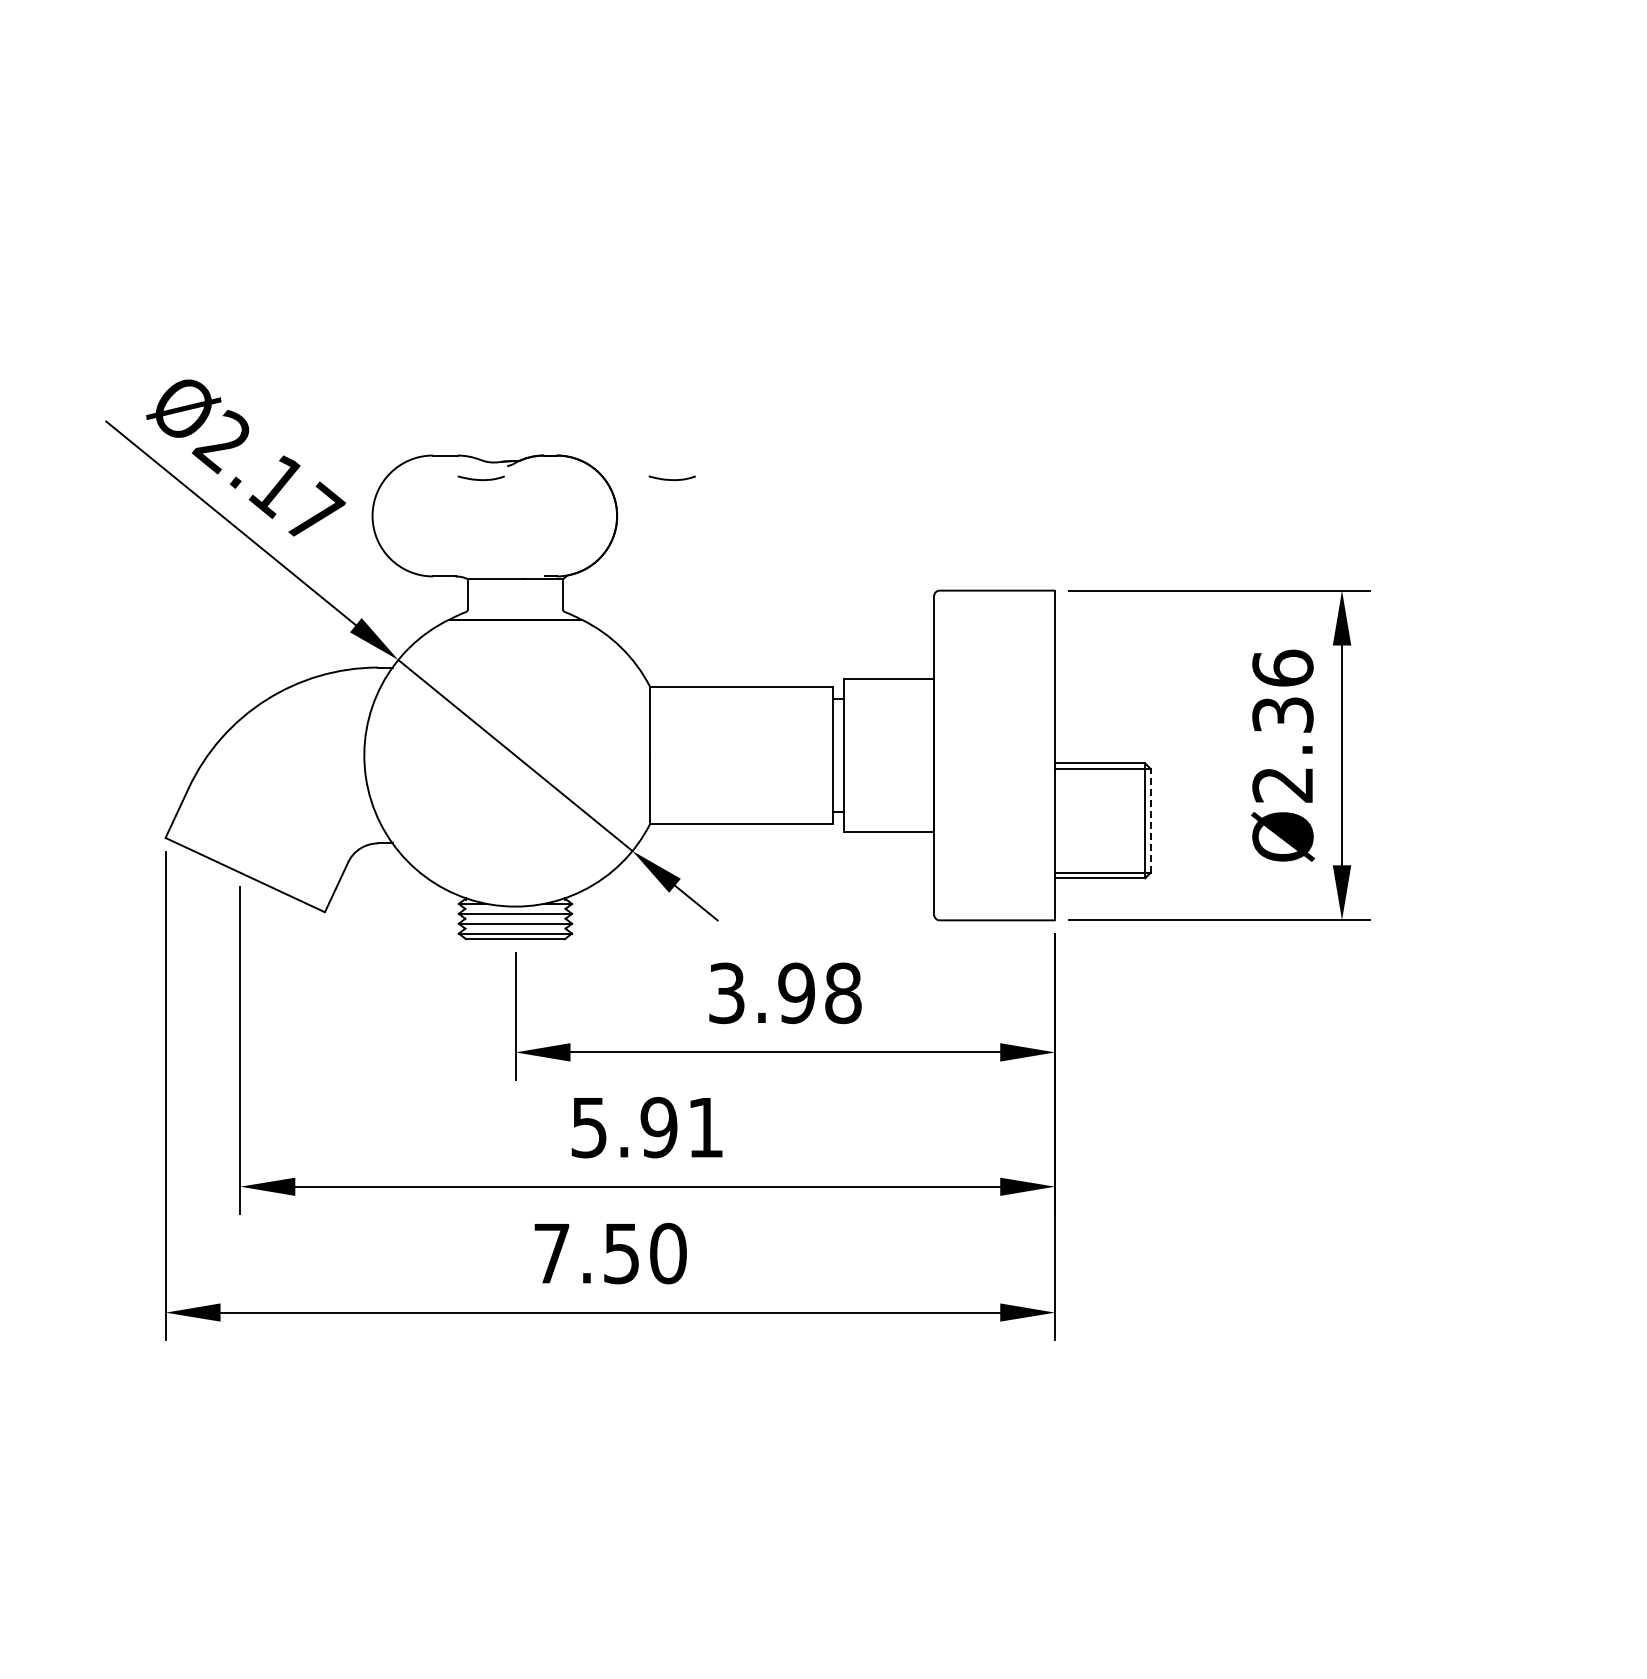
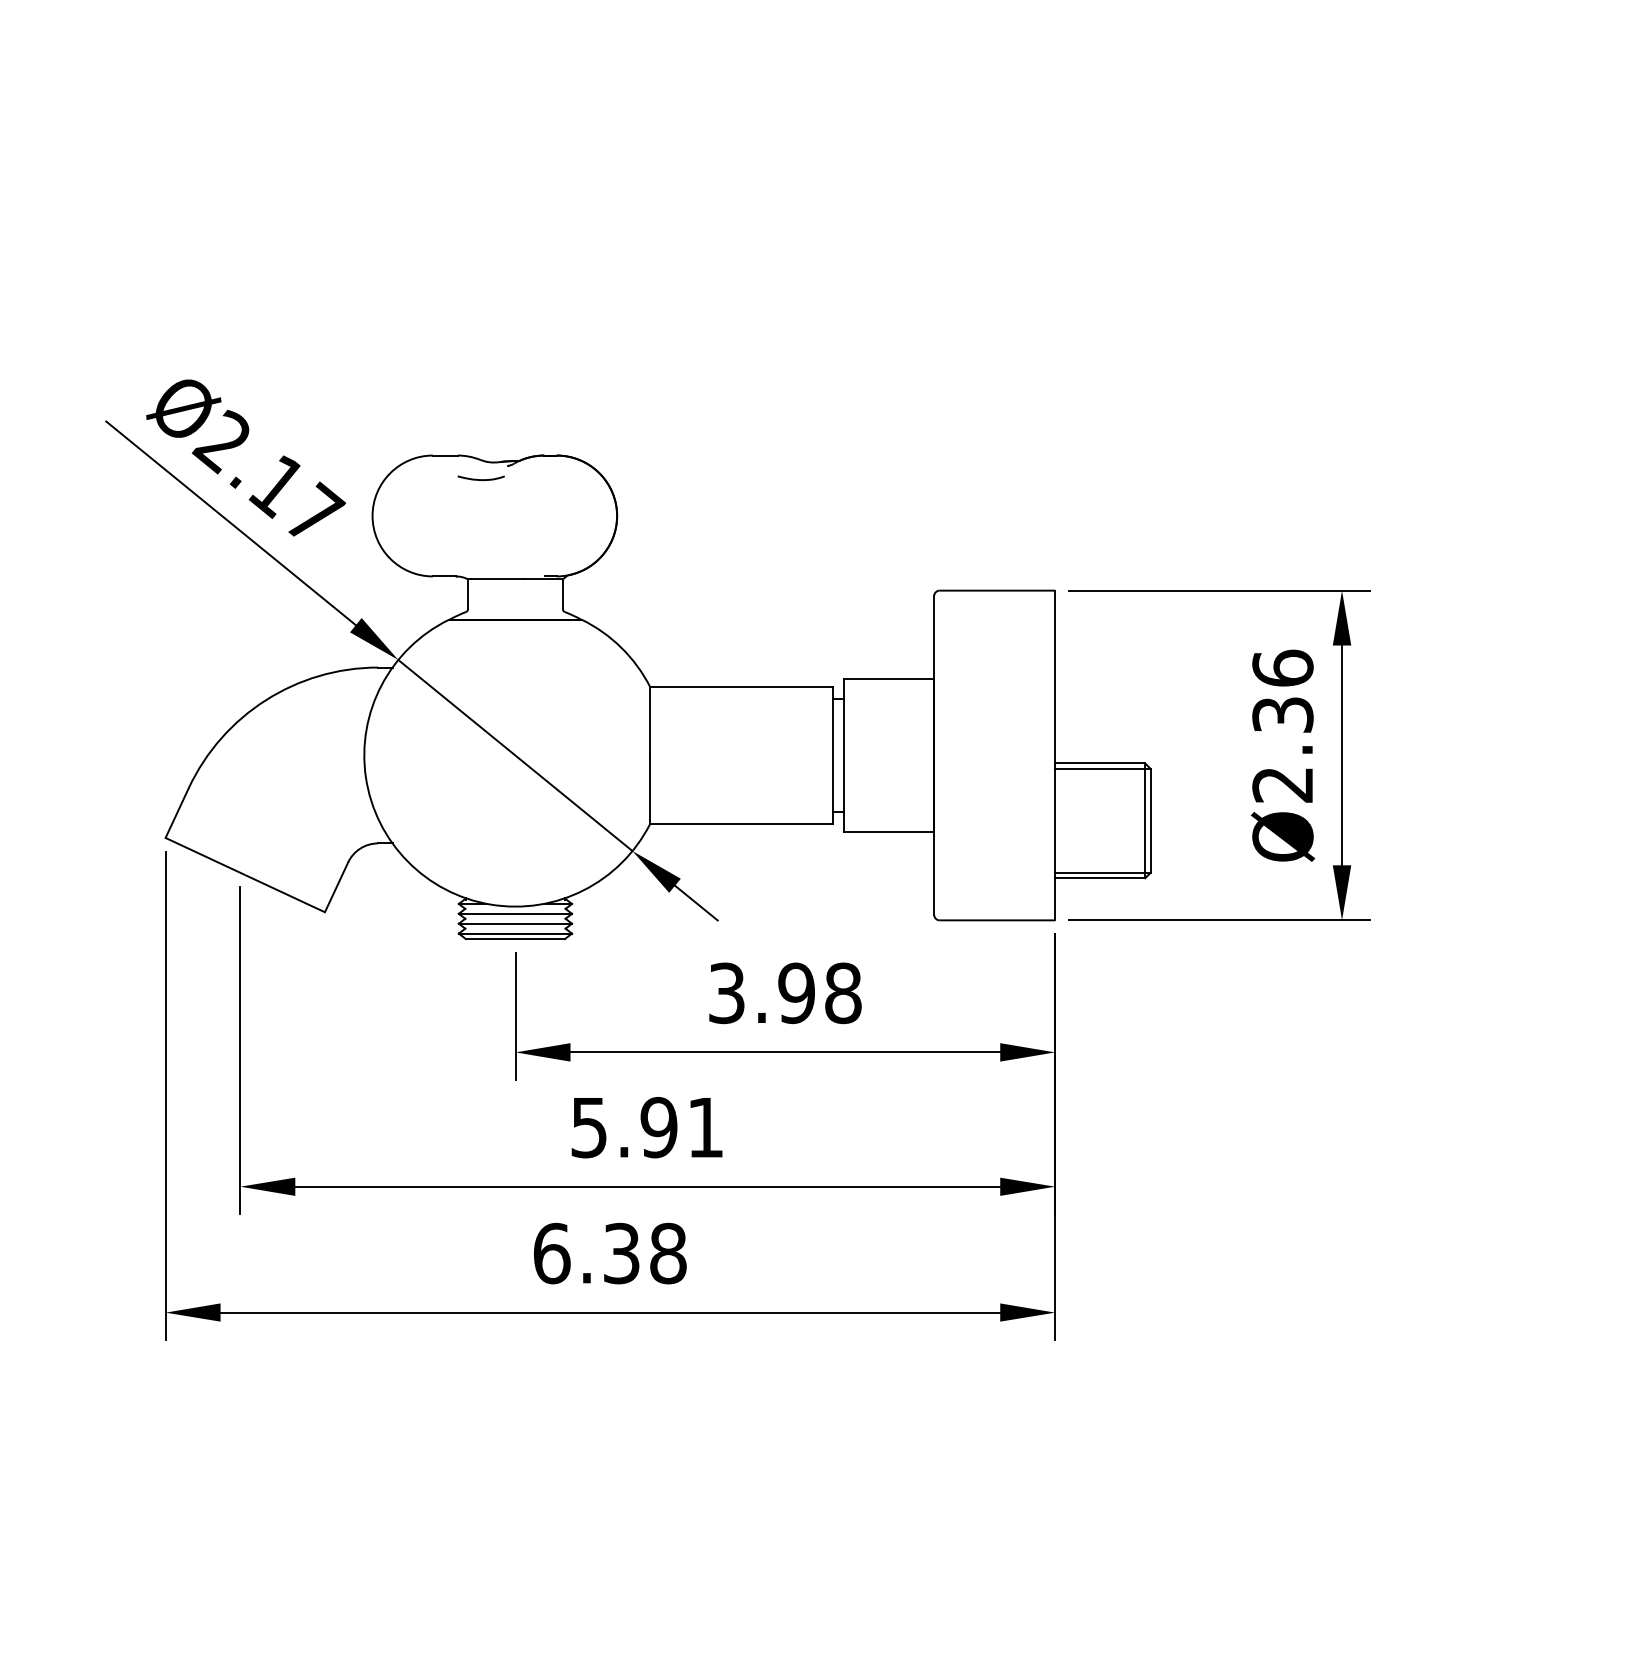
curve at (671, 479): present -> none
line at (1150, 820): dashed -> solid
text at (610, 1253): 7.50 -> 6.38
